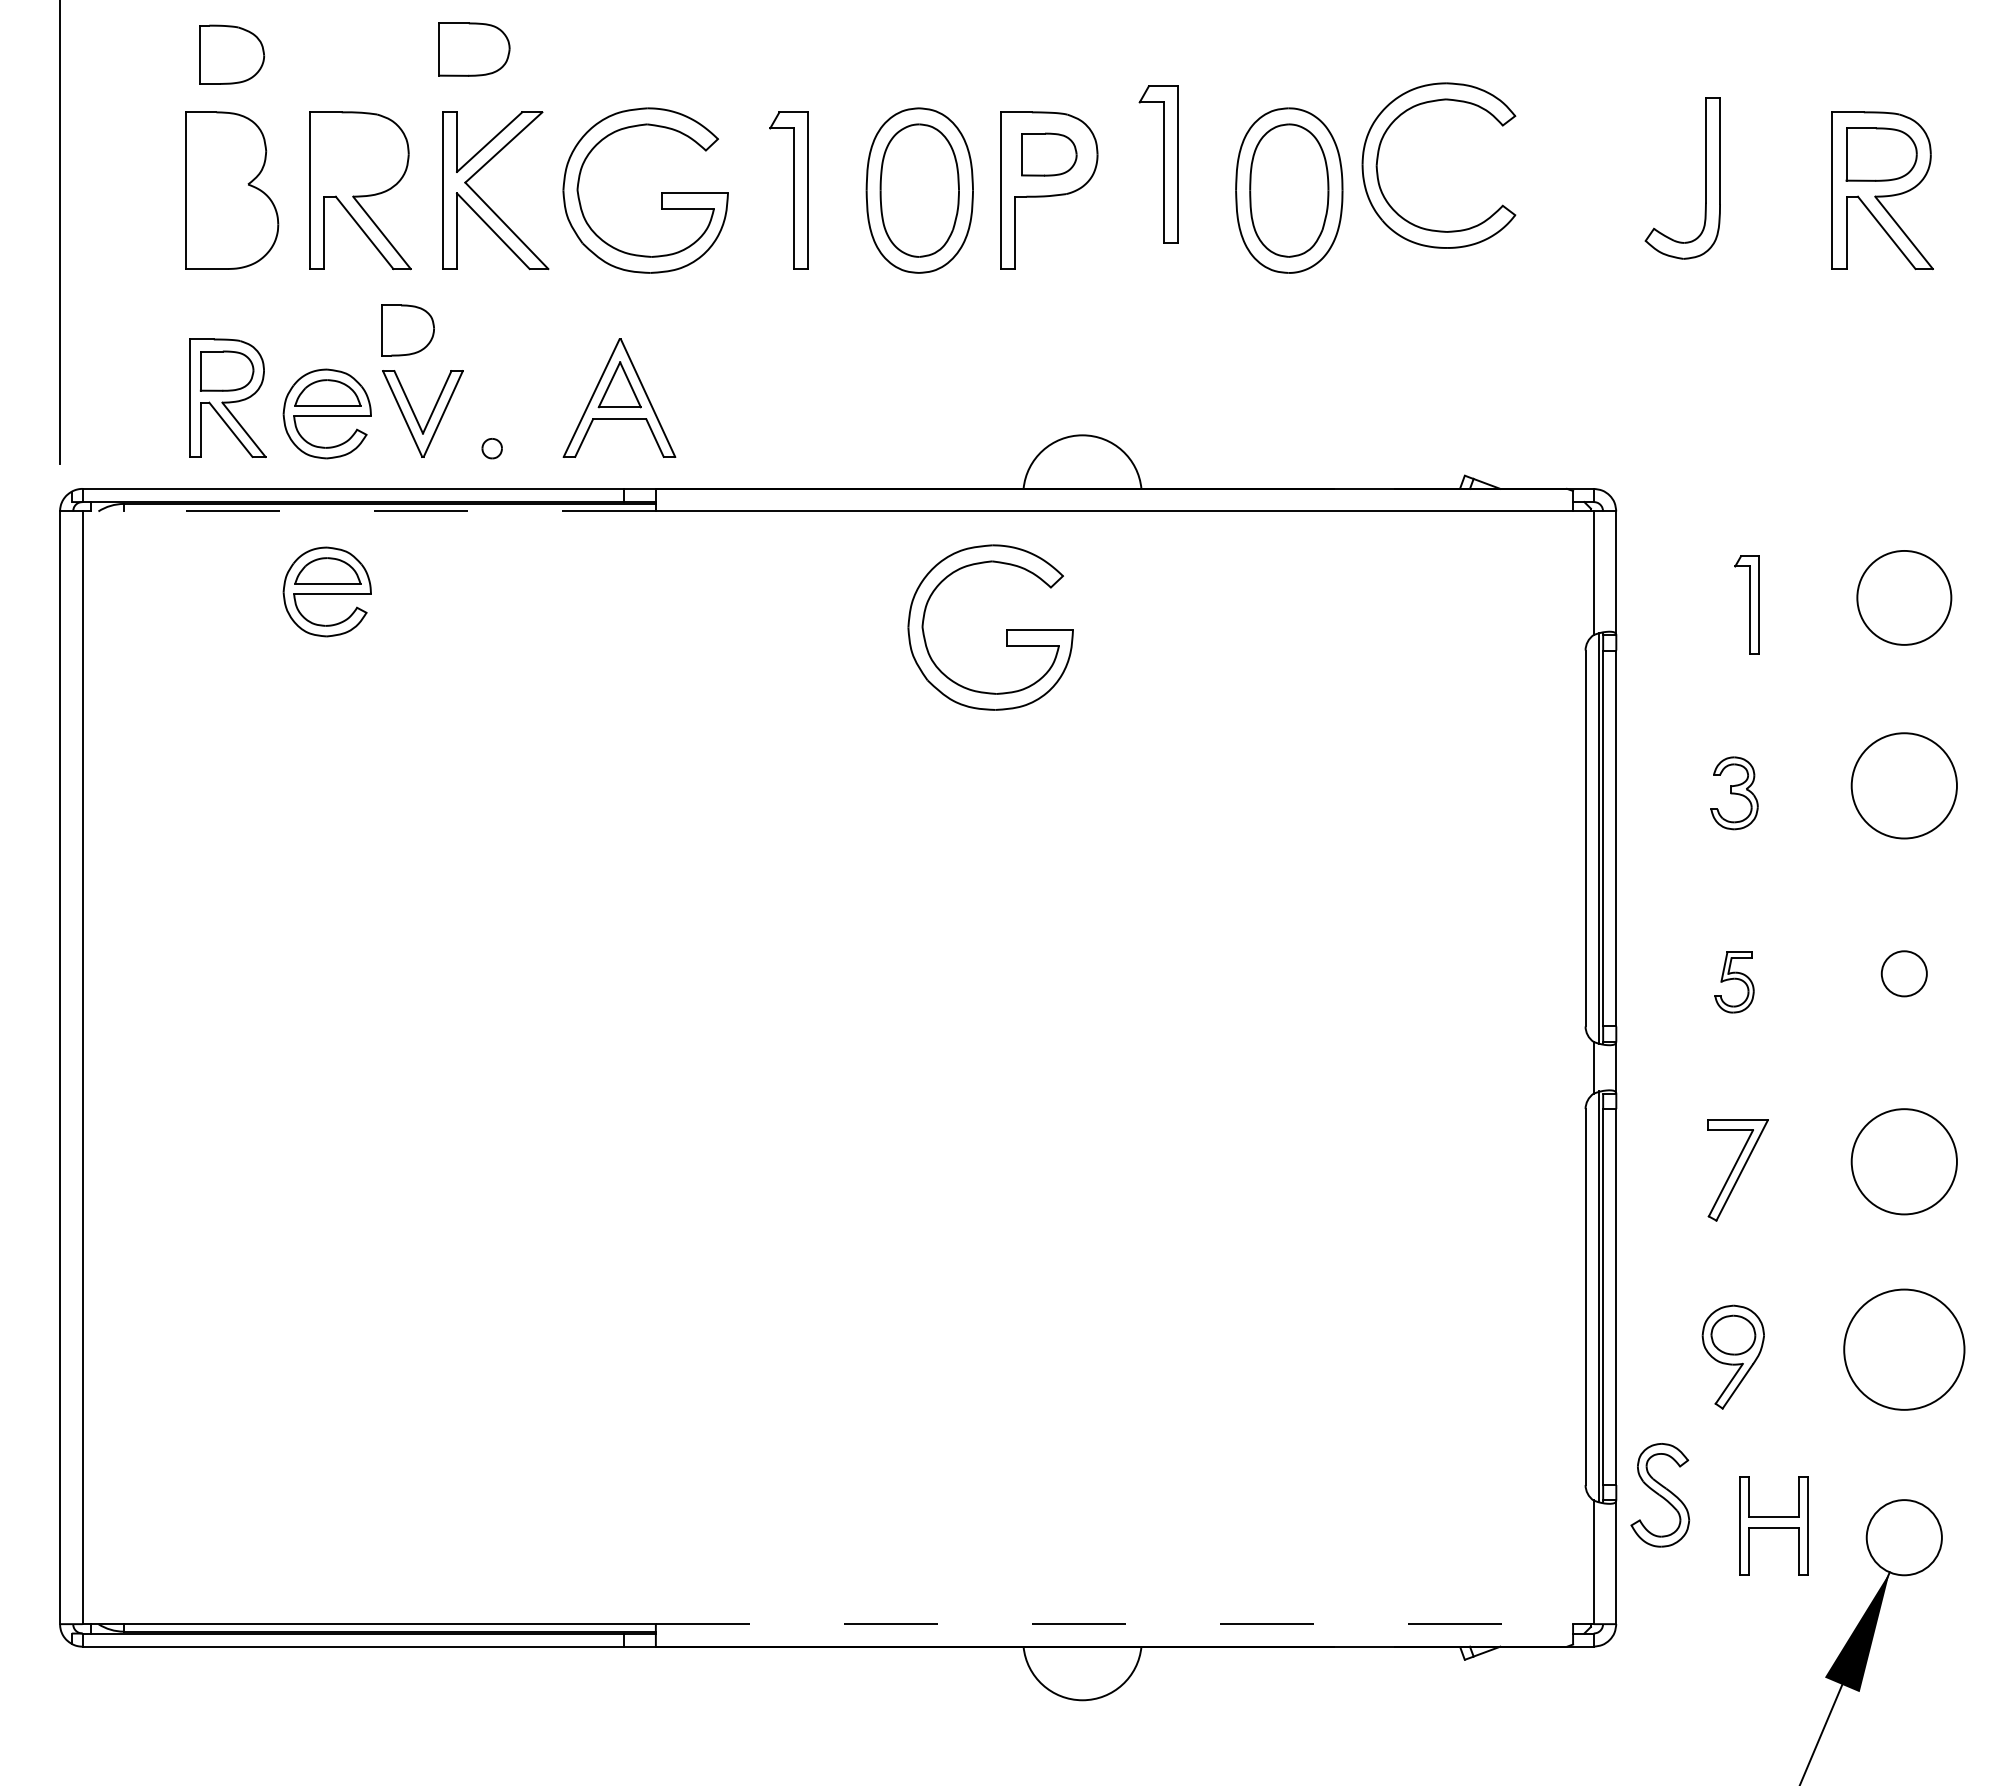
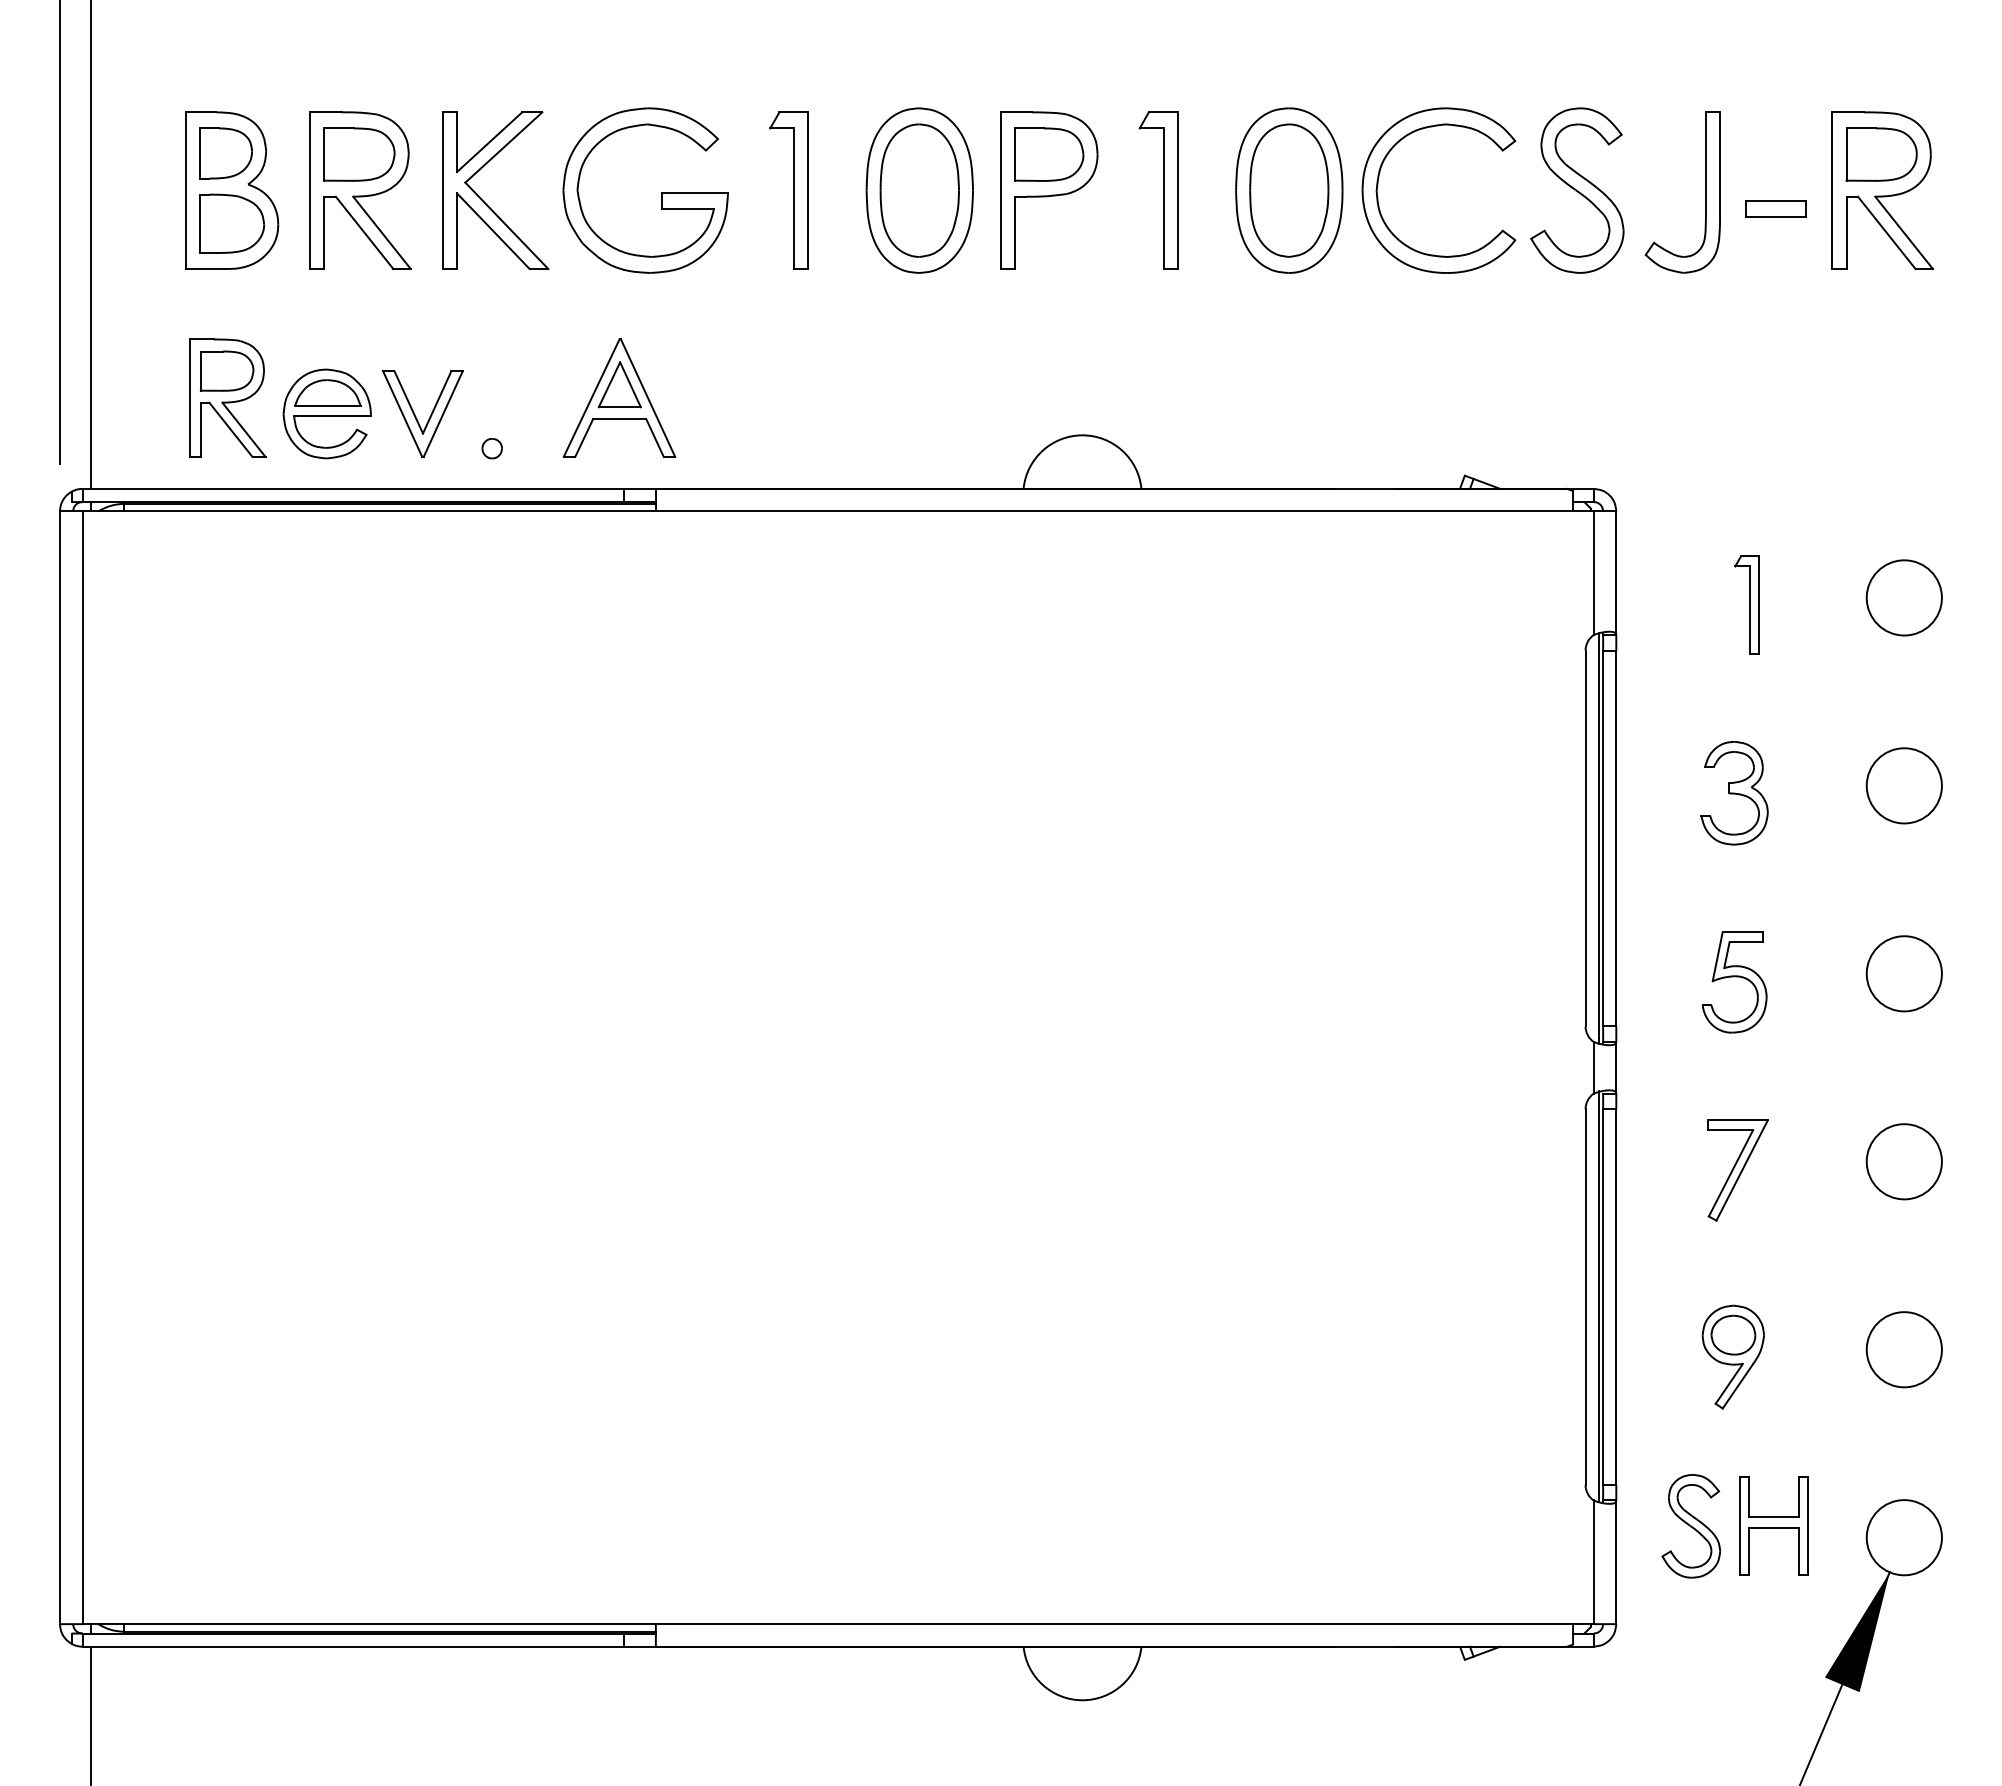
part at (474, 49) position: (474, 49) -> (359, 154)
part at (231, 54) position: (231, 54) -> (231, 223)
part at (1049, 154) size: 57x45 px -> 71x55 px
part at (1378, 160) position: (1378, 160) -> (1378, 185)
part at (1158, 164) position: (1158, 164) -> (1158, 190)
part at (1705, 178) position: (1705, 178) -> (1705, 192)
part at (1577, 190): none -> present
part at (1775, 208): none -> present
line at (90, 245): none -> present
part at (407, 330) position: (407, 330) -> (225, 153)
line at (369, 511): dashed -> solid
part at (326, 591): present -> none
circle at (1904, 597) diameter: 94 px -> 75 px
part at (1006, 629): present -> none
circle at (1903, 785) diameter: 105 px -> 75 px
part at (1734, 793) size: 49x75 px -> 69x105 px
circle at (1903, 973) diameter: 45 px -> 75 px
part at (1734, 982) size: 41x63 px -> 67x103 px
circle at (1903, 1161) diameter: 105 px -> 75 px
circle at (1904, 1349) diameter: 120 px -> 75 px
part at (1660, 1495) position: (1660, 1495) -> (1691, 1526)
line at (1114, 1624): dashed -> solid
line at (90, 1714): none -> present
